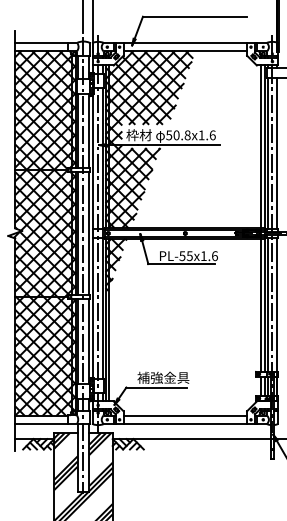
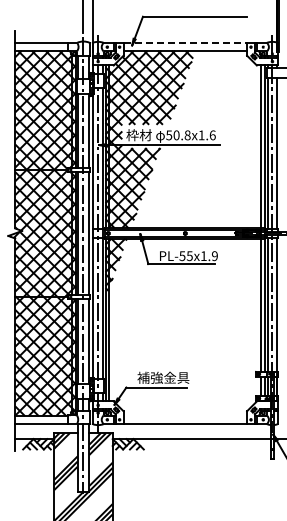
line at (185, 43): solid -> dashed
text at (214, 256): PL-55x1.6 -> PL-55x1.9
line at (185, 416): present -> none
